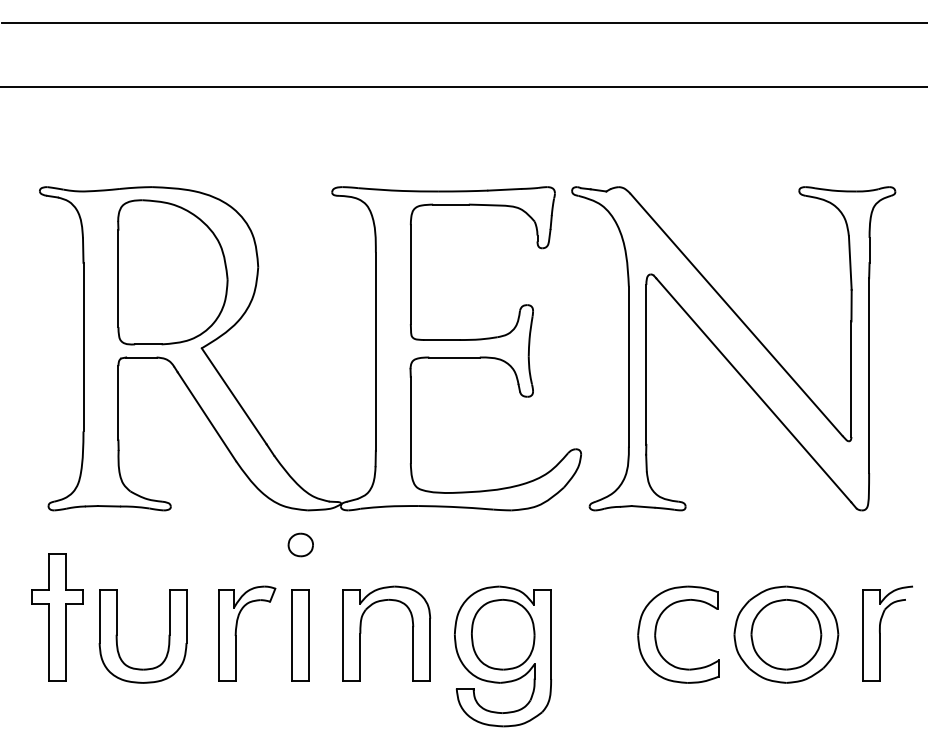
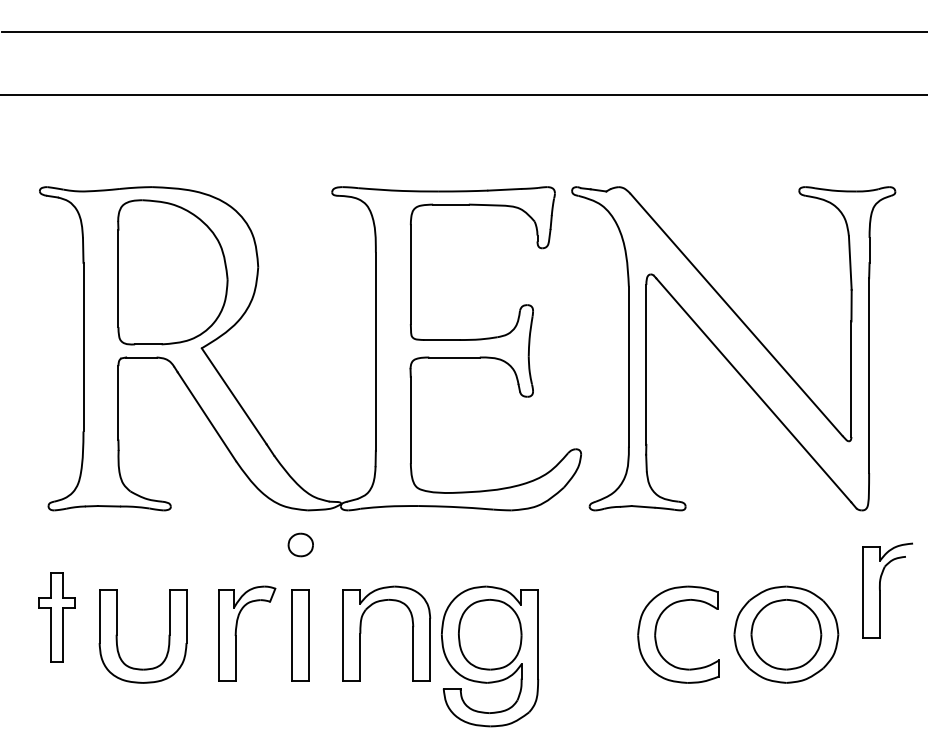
line at (463, 22) position: (463, 22) -> (463, 31)
line at (463, 87) position: (463, 87) -> (463, 95)
part at (57, 617) size: 53x129 px -> 38x91 px
part at (880, 633) position: (880, 633) -> (880, 590)
part at (503, 656) position: (503, 656) -> (490, 656)
